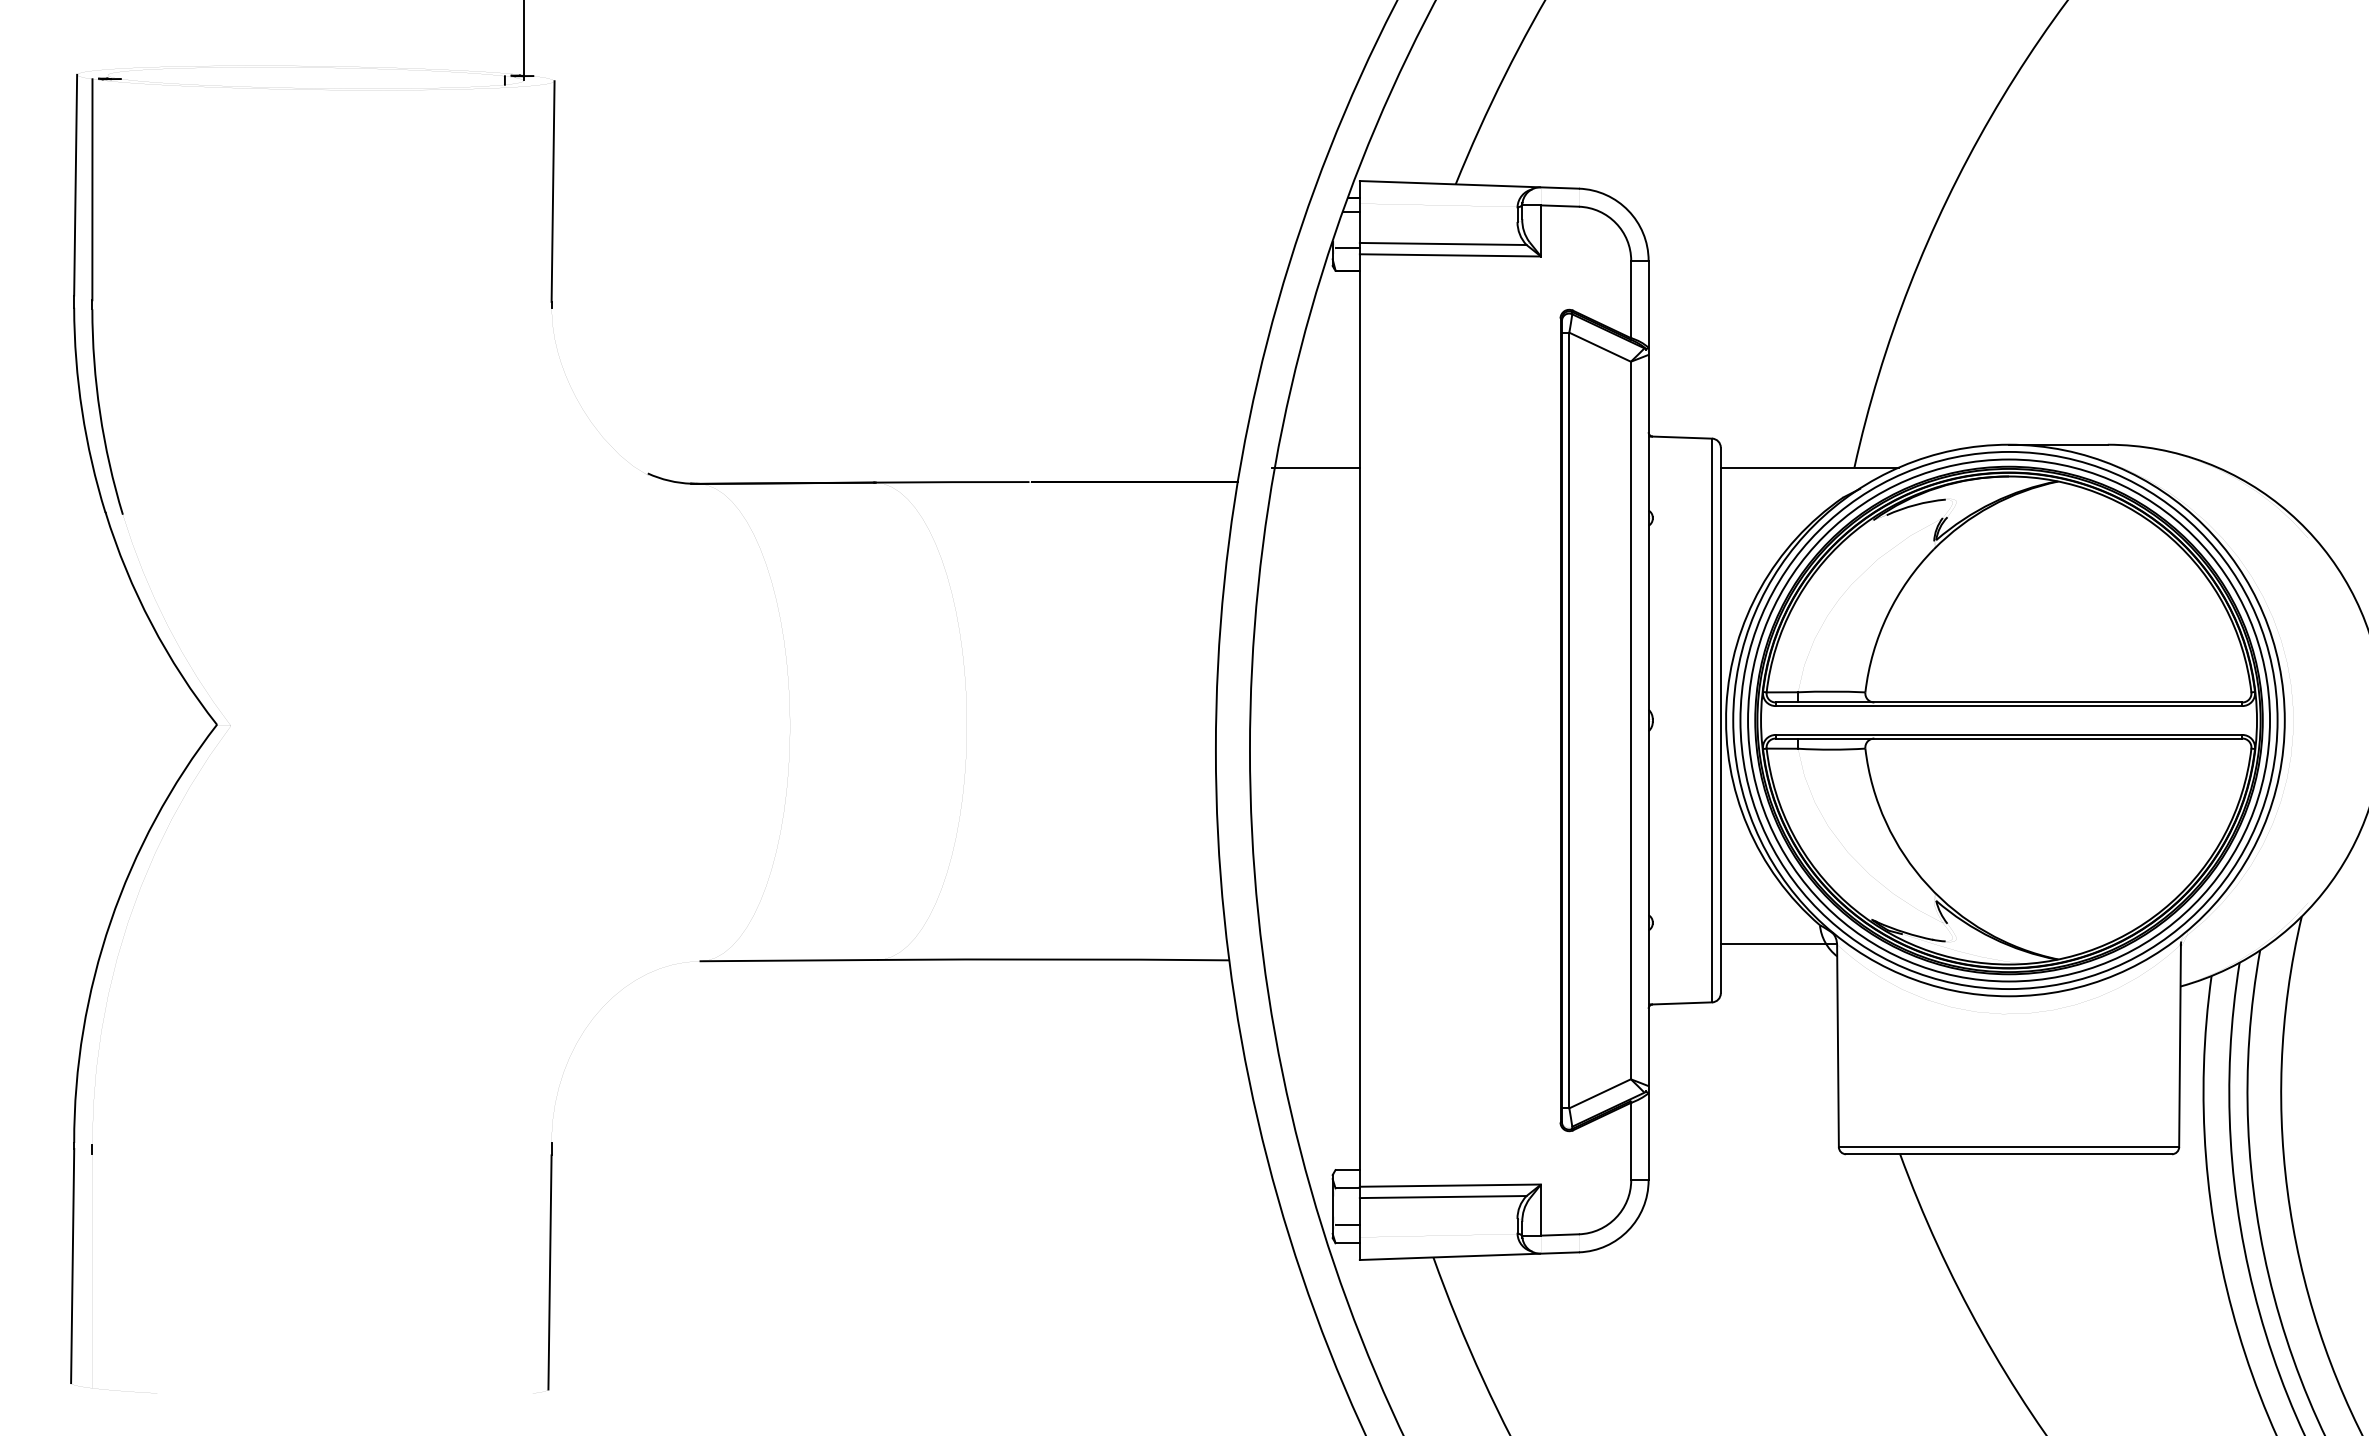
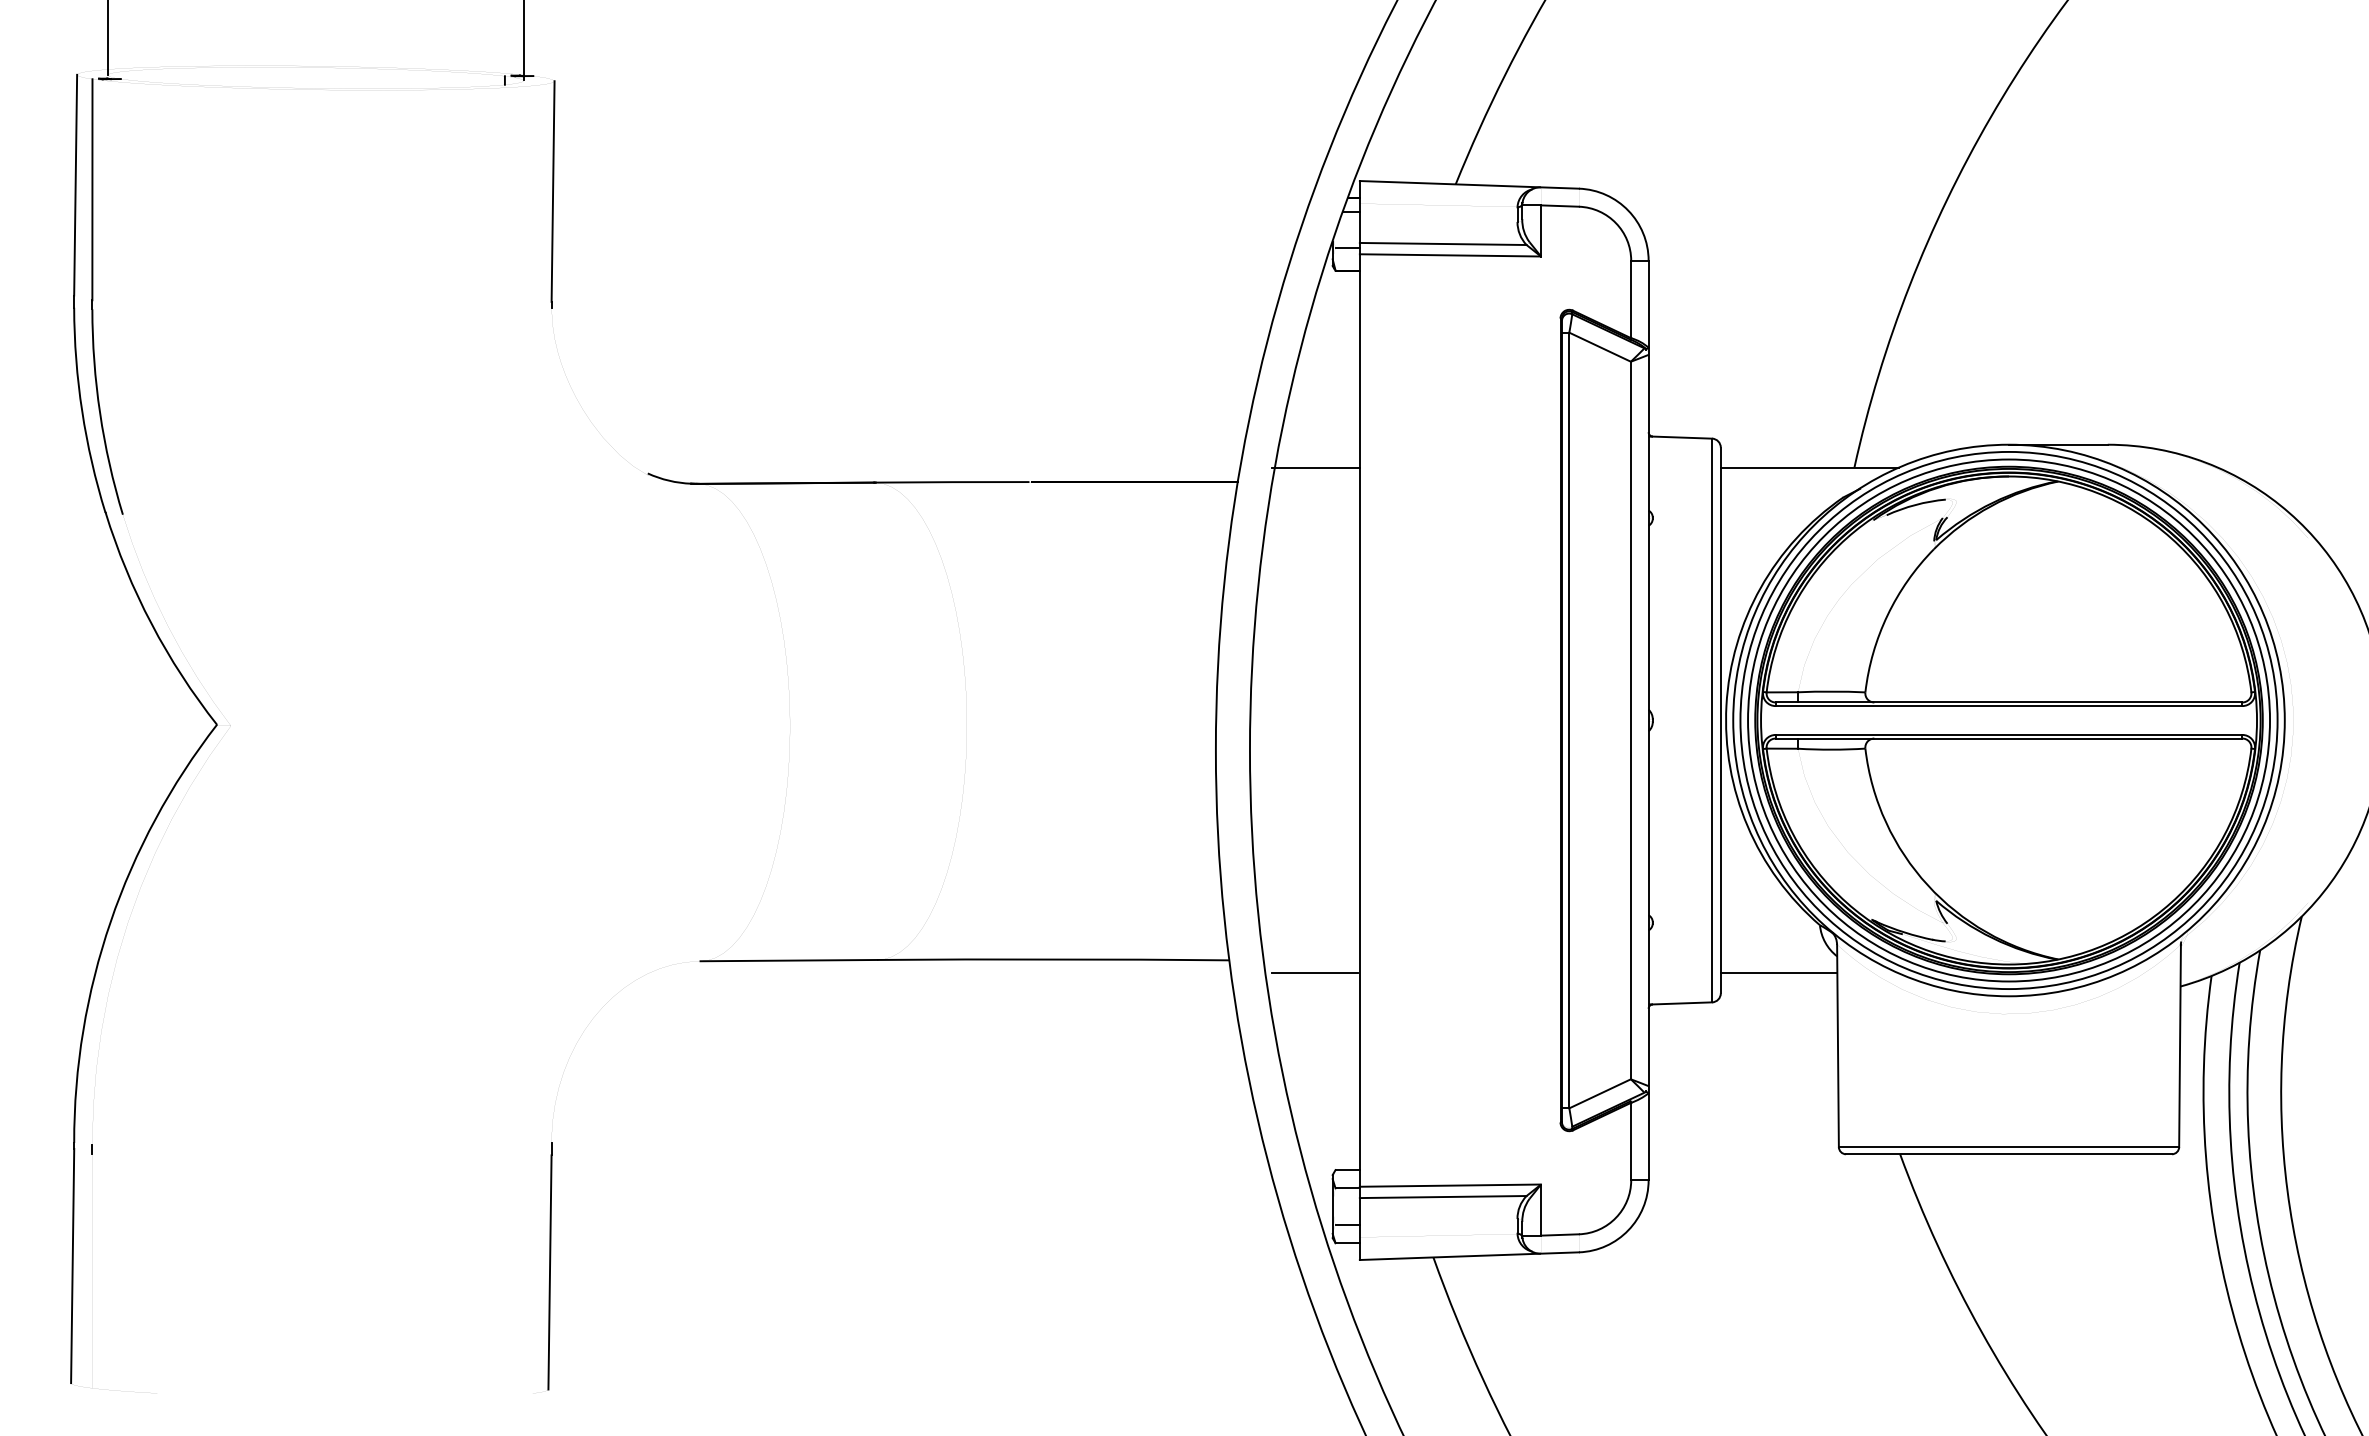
line at (107, 38): none -> present
line at (1778, 944) position: (1778, 944) -> (1778, 973)
line at (1314, 973): none -> present
